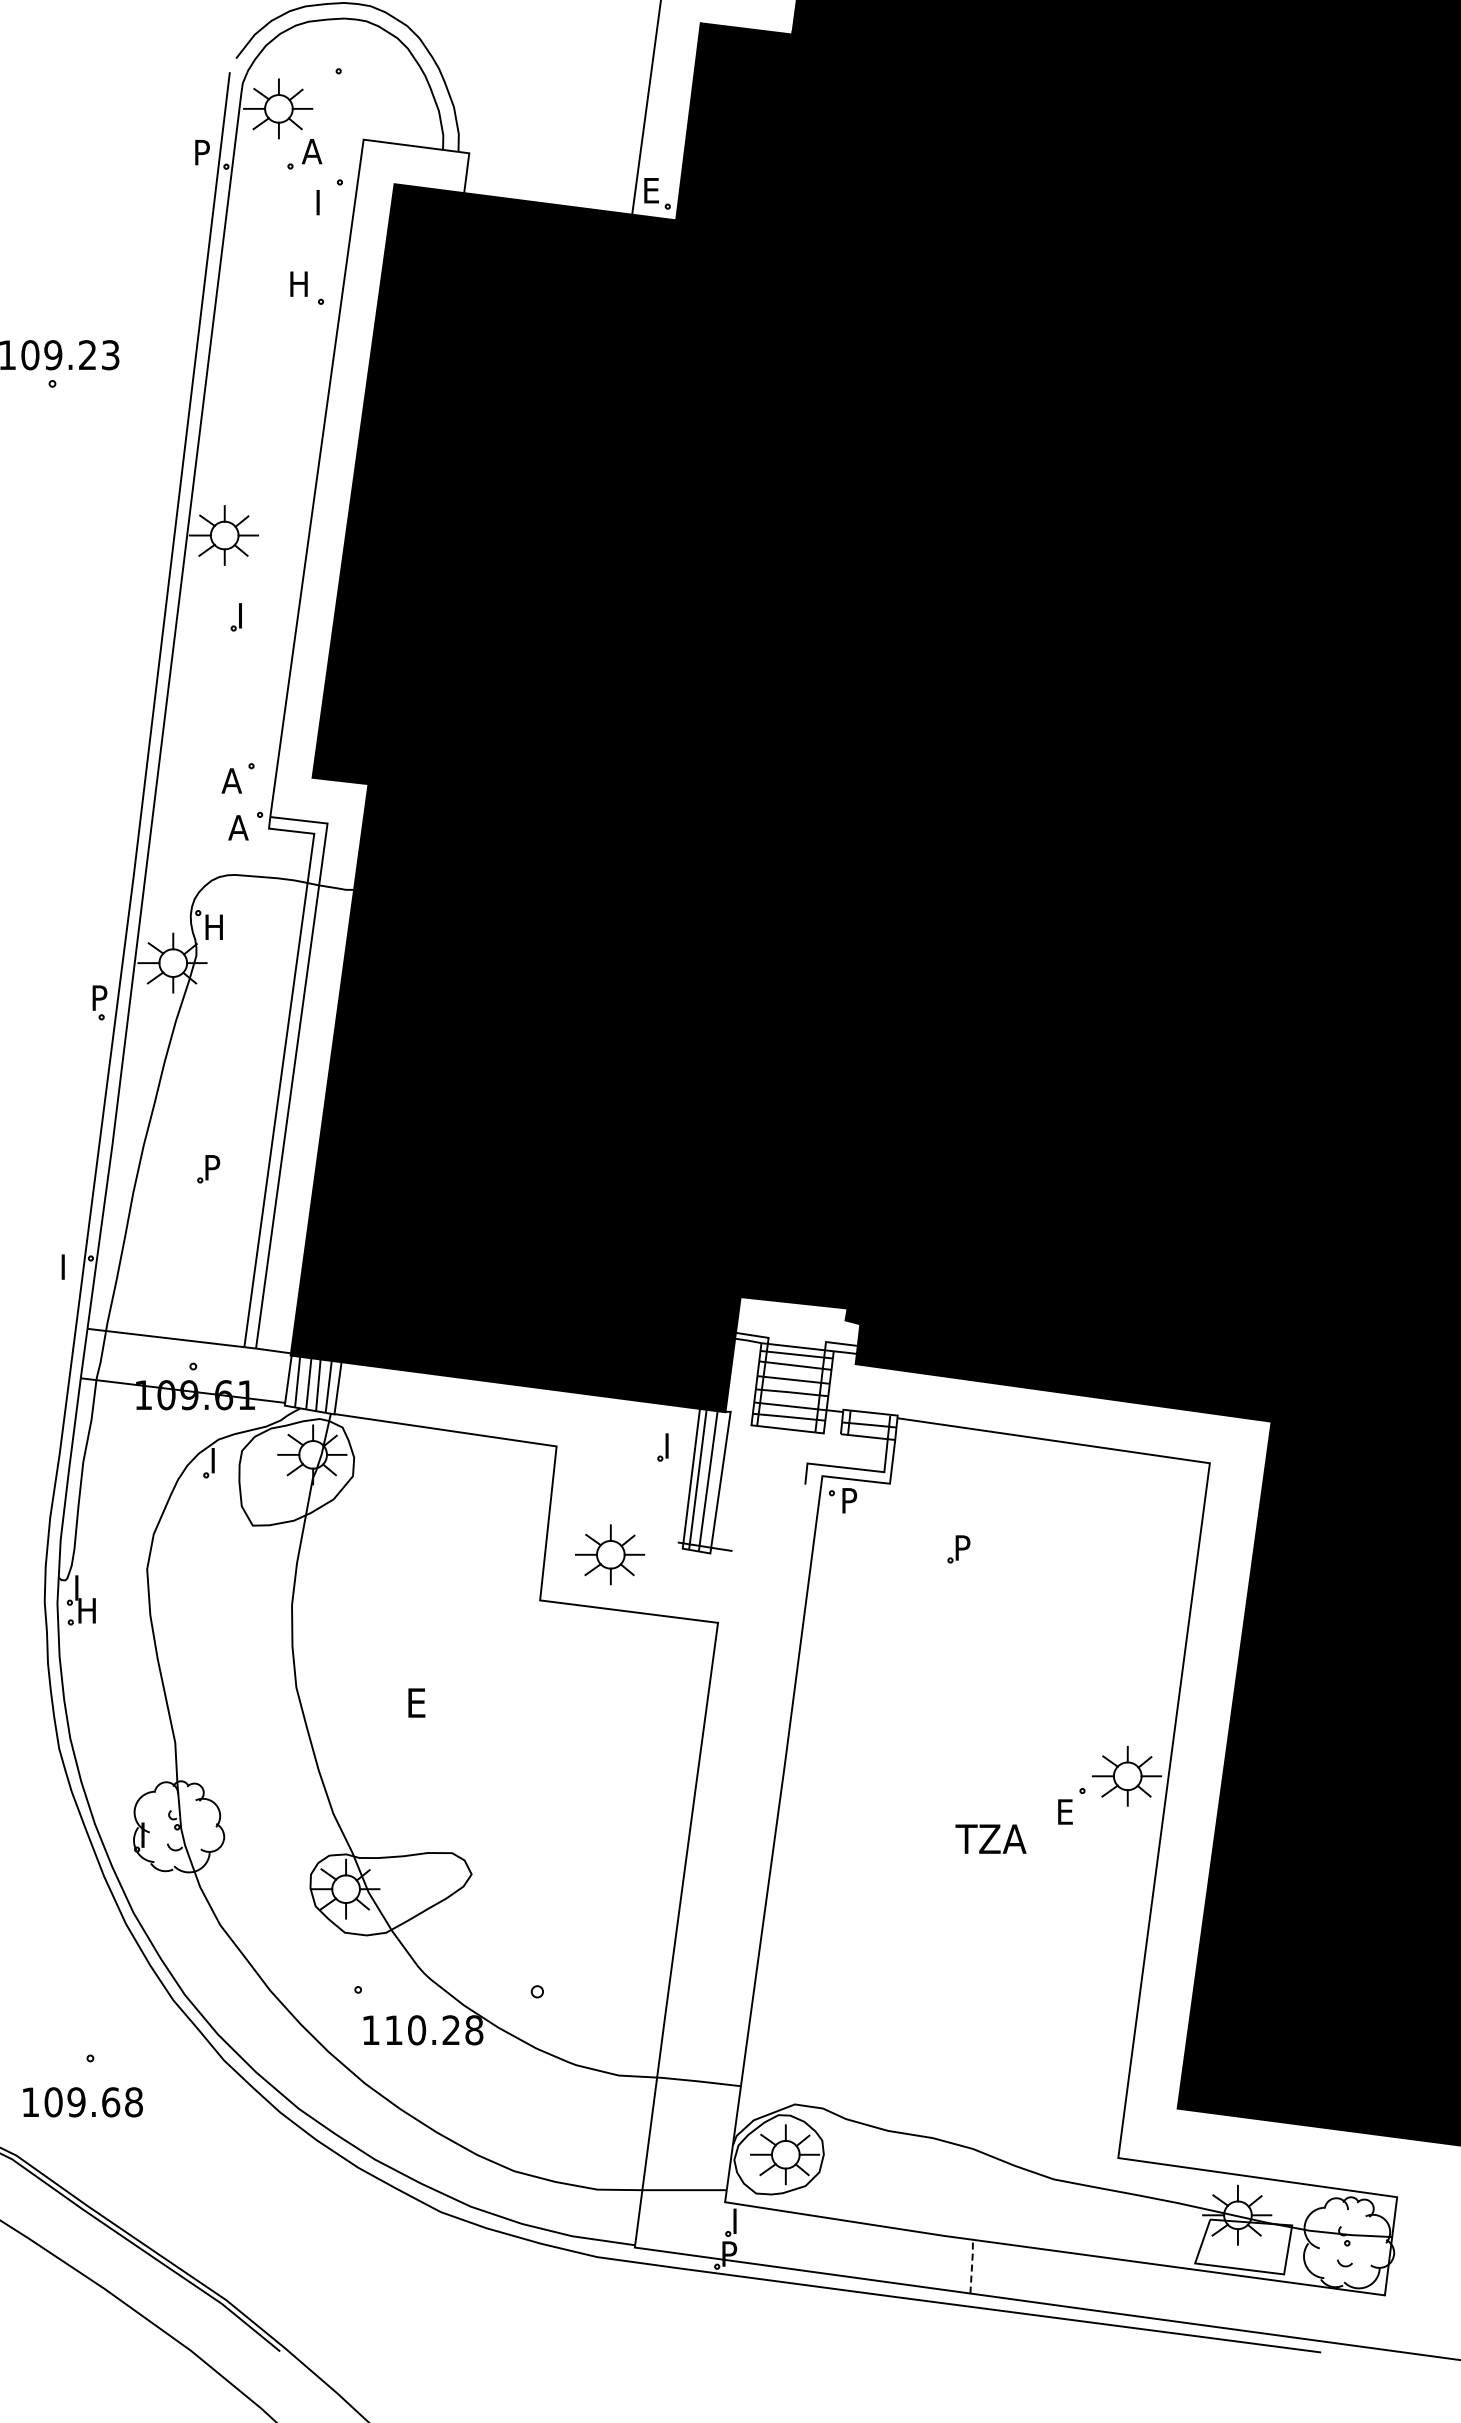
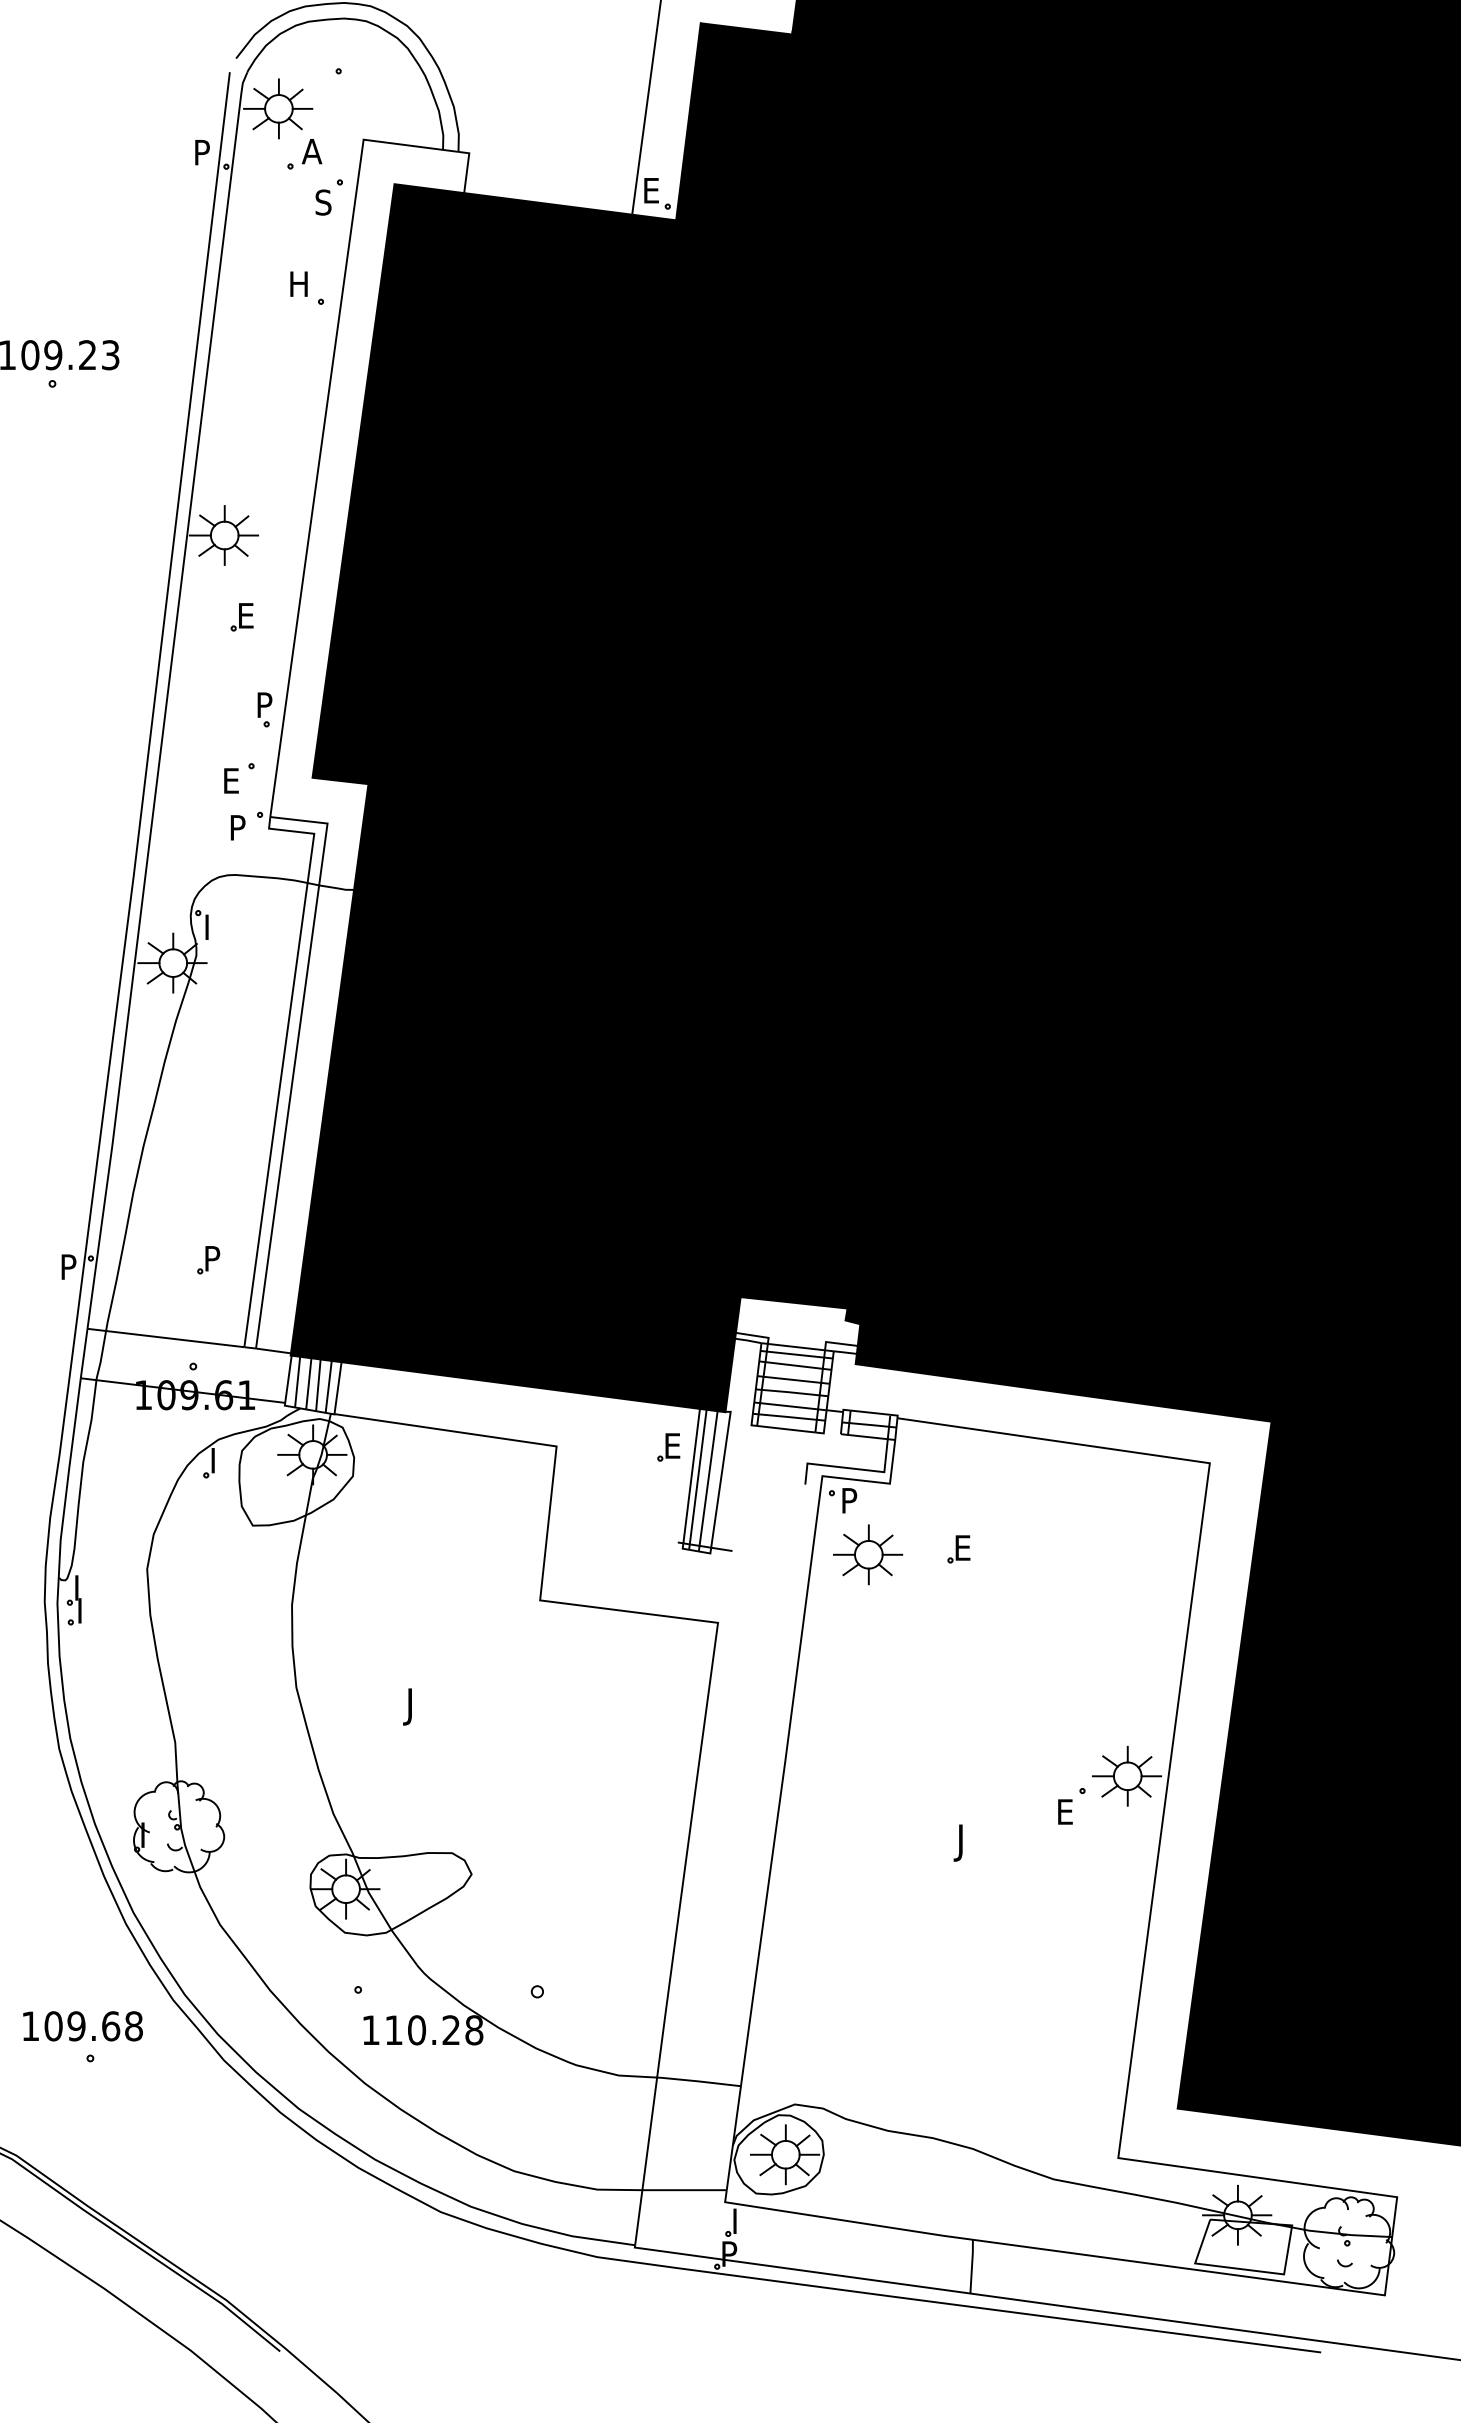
text at (323, 202): I -> S
text at (247, 615): I -> E
text at (231, 780): A -> E
text at (238, 827): A -> P
text at (215, 926): H -> I
part at (99, 1002) position: (99, 1002) -> (264, 709)
part at (208, 1169) position: (208, 1169) -> (208, 1260)
text at (70, 1261): I -> P
text at (674, 1445): I -> E
text at (964, 1547): P -> E
part at (610, 1554) position: (610, 1554) -> (868, 1554)
text at (88, 1610): H -> I
text at (414, 1706): E -> J
text at (989, 1842): TZA -> J
text at (82, 2102) position: (82, 2102) -> (82, 2026)
line at (972, 2266): dashed -> solid
